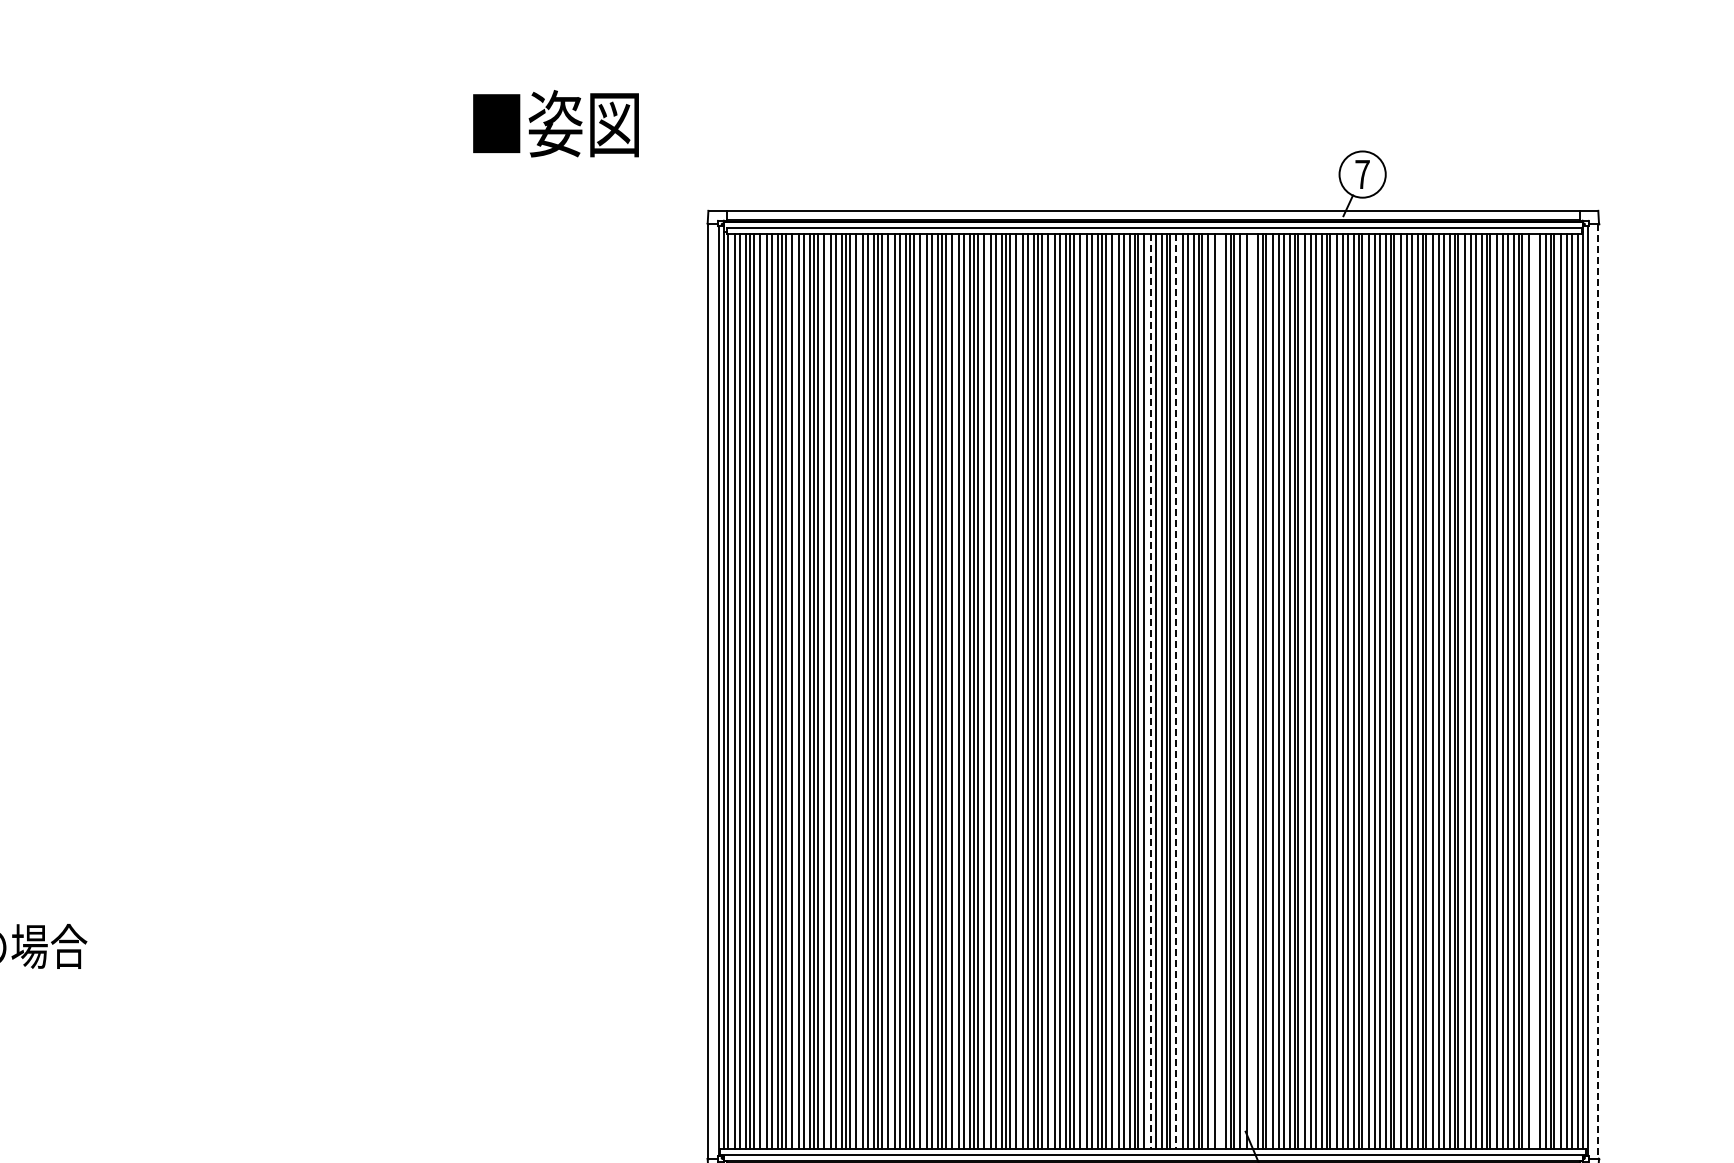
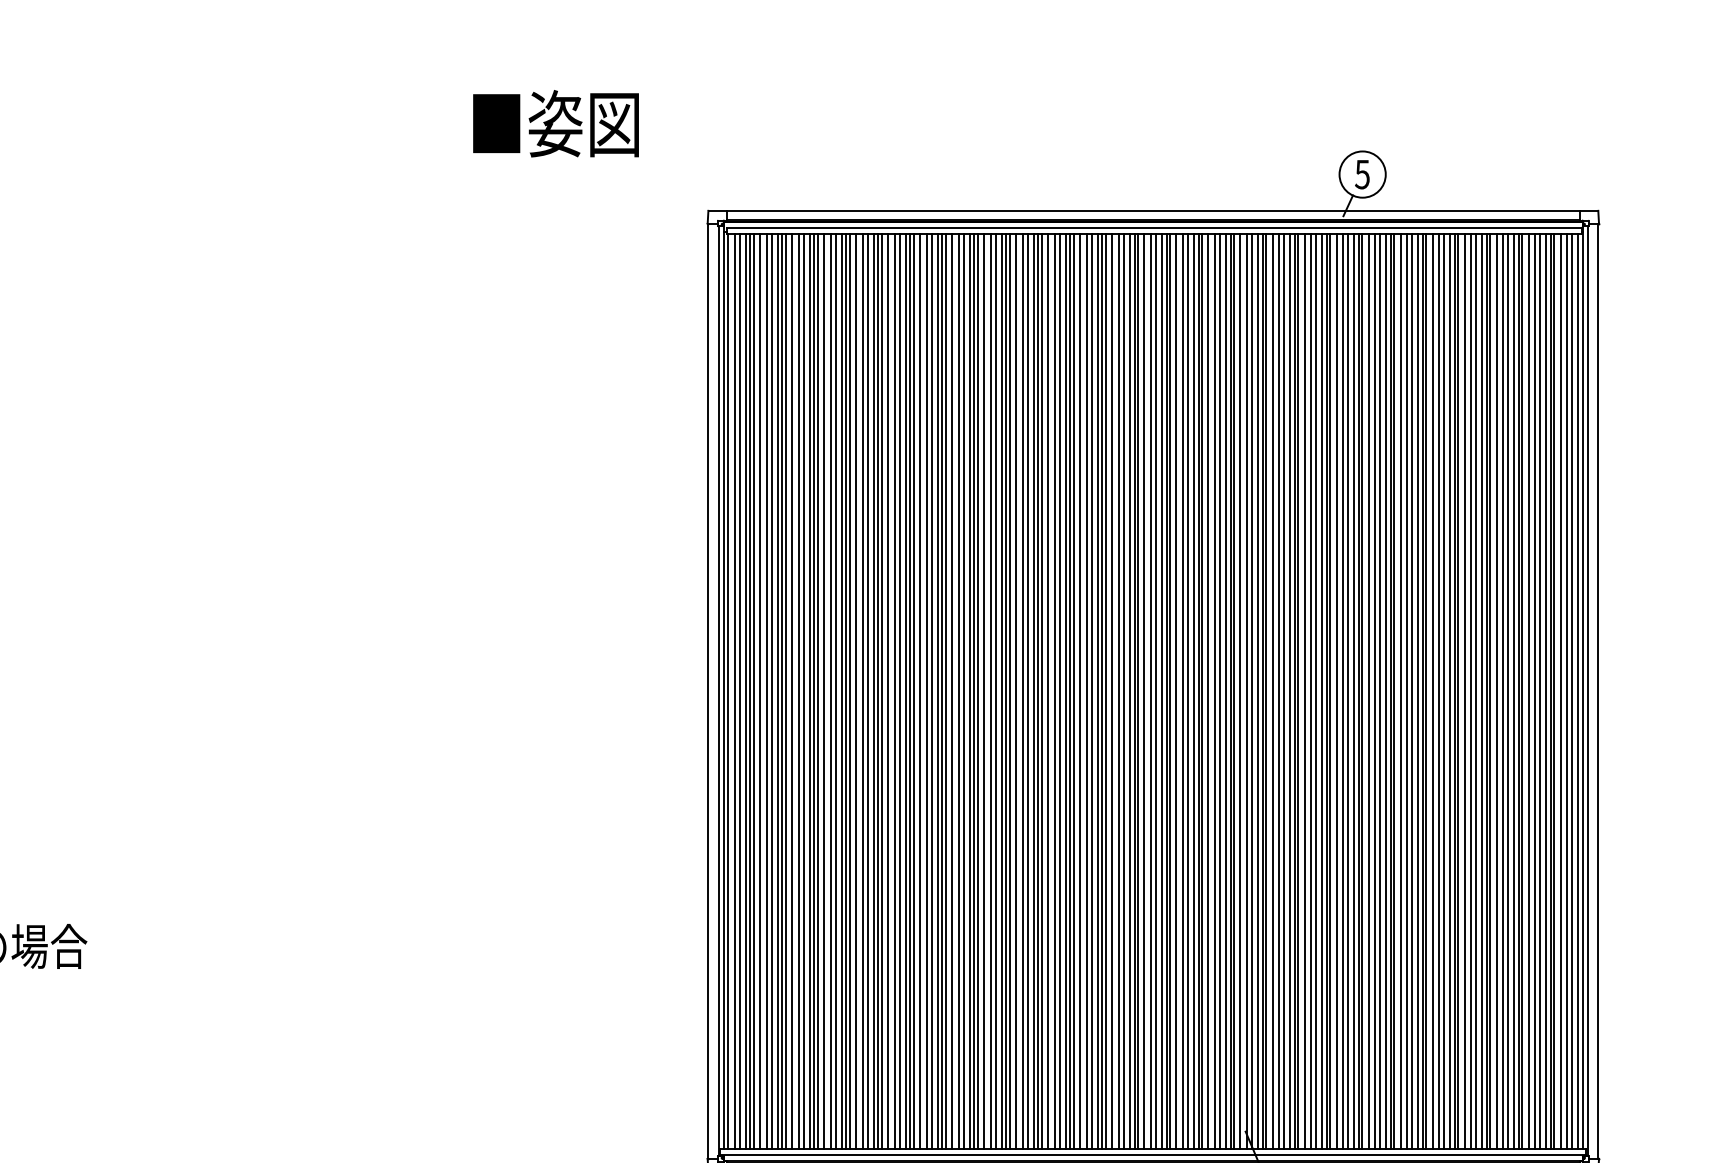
text at (1362, 174): 7 -> 5
line at (1220, 690): none -> present
line at (1252, 690): none -> present
line at (1534, 690): none -> present
line at (1150, 691): dashed -> solid
line at (1176, 691): dashed -> solid
line at (1598, 691): dashed -> solid
